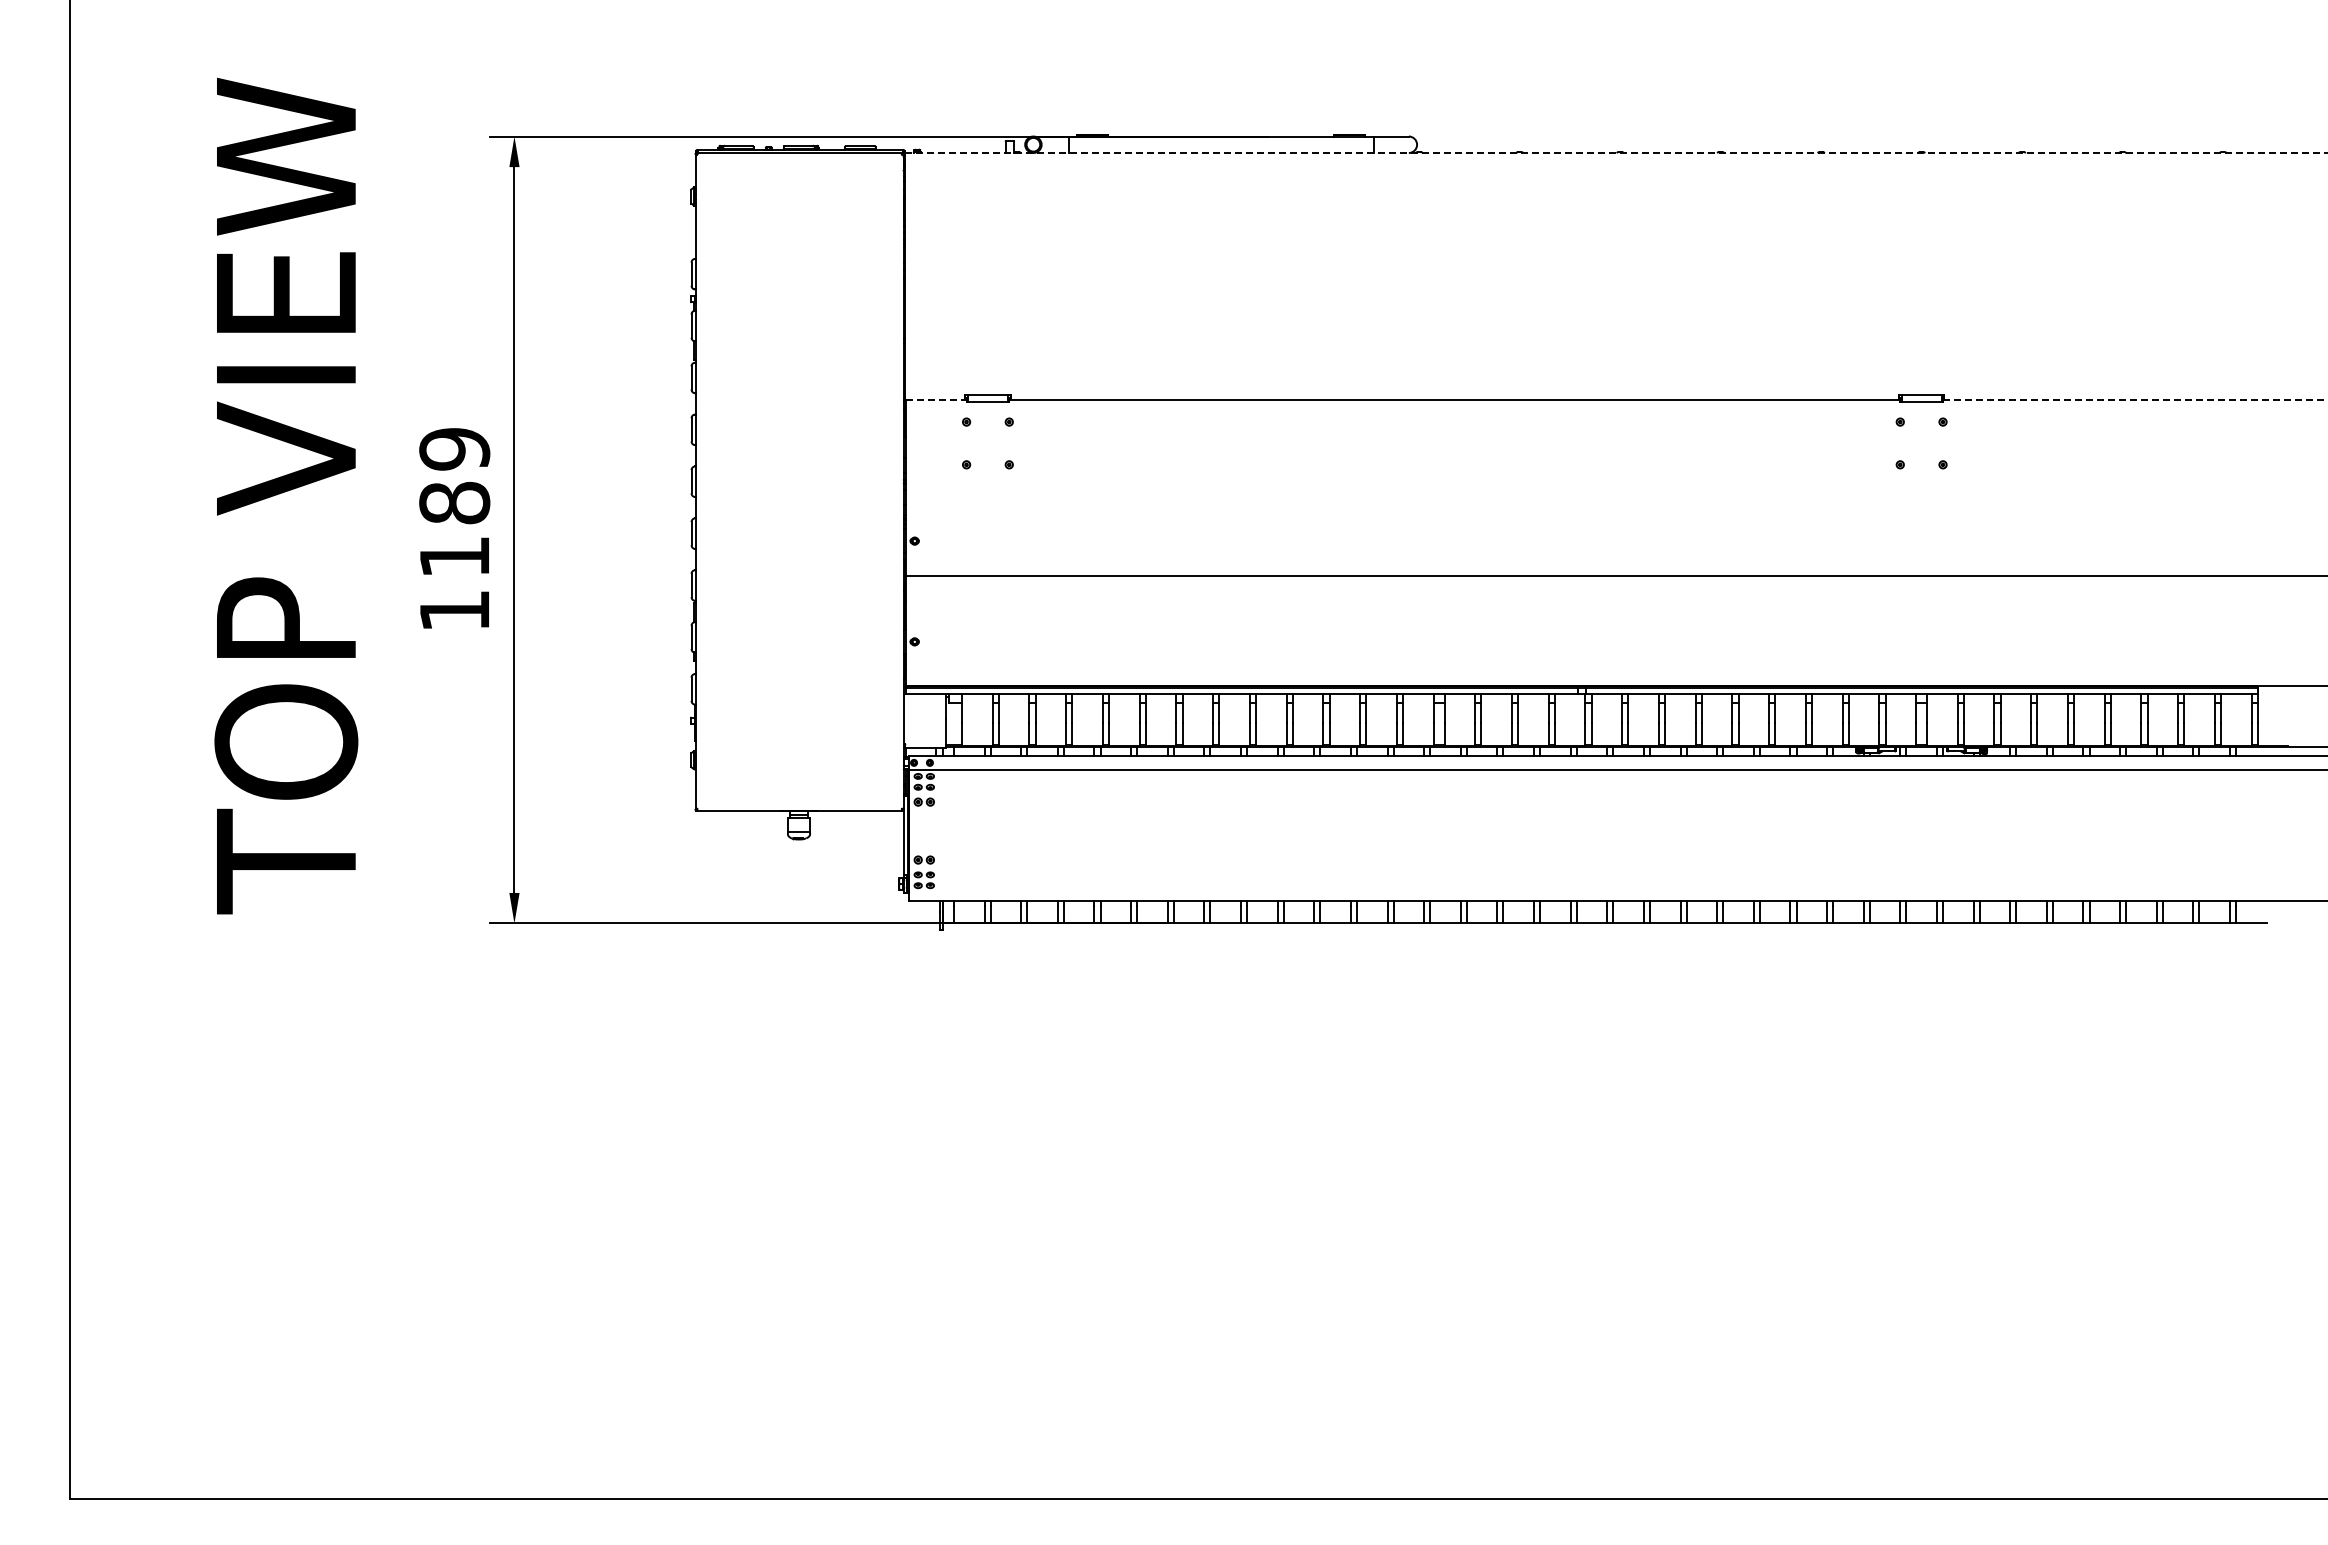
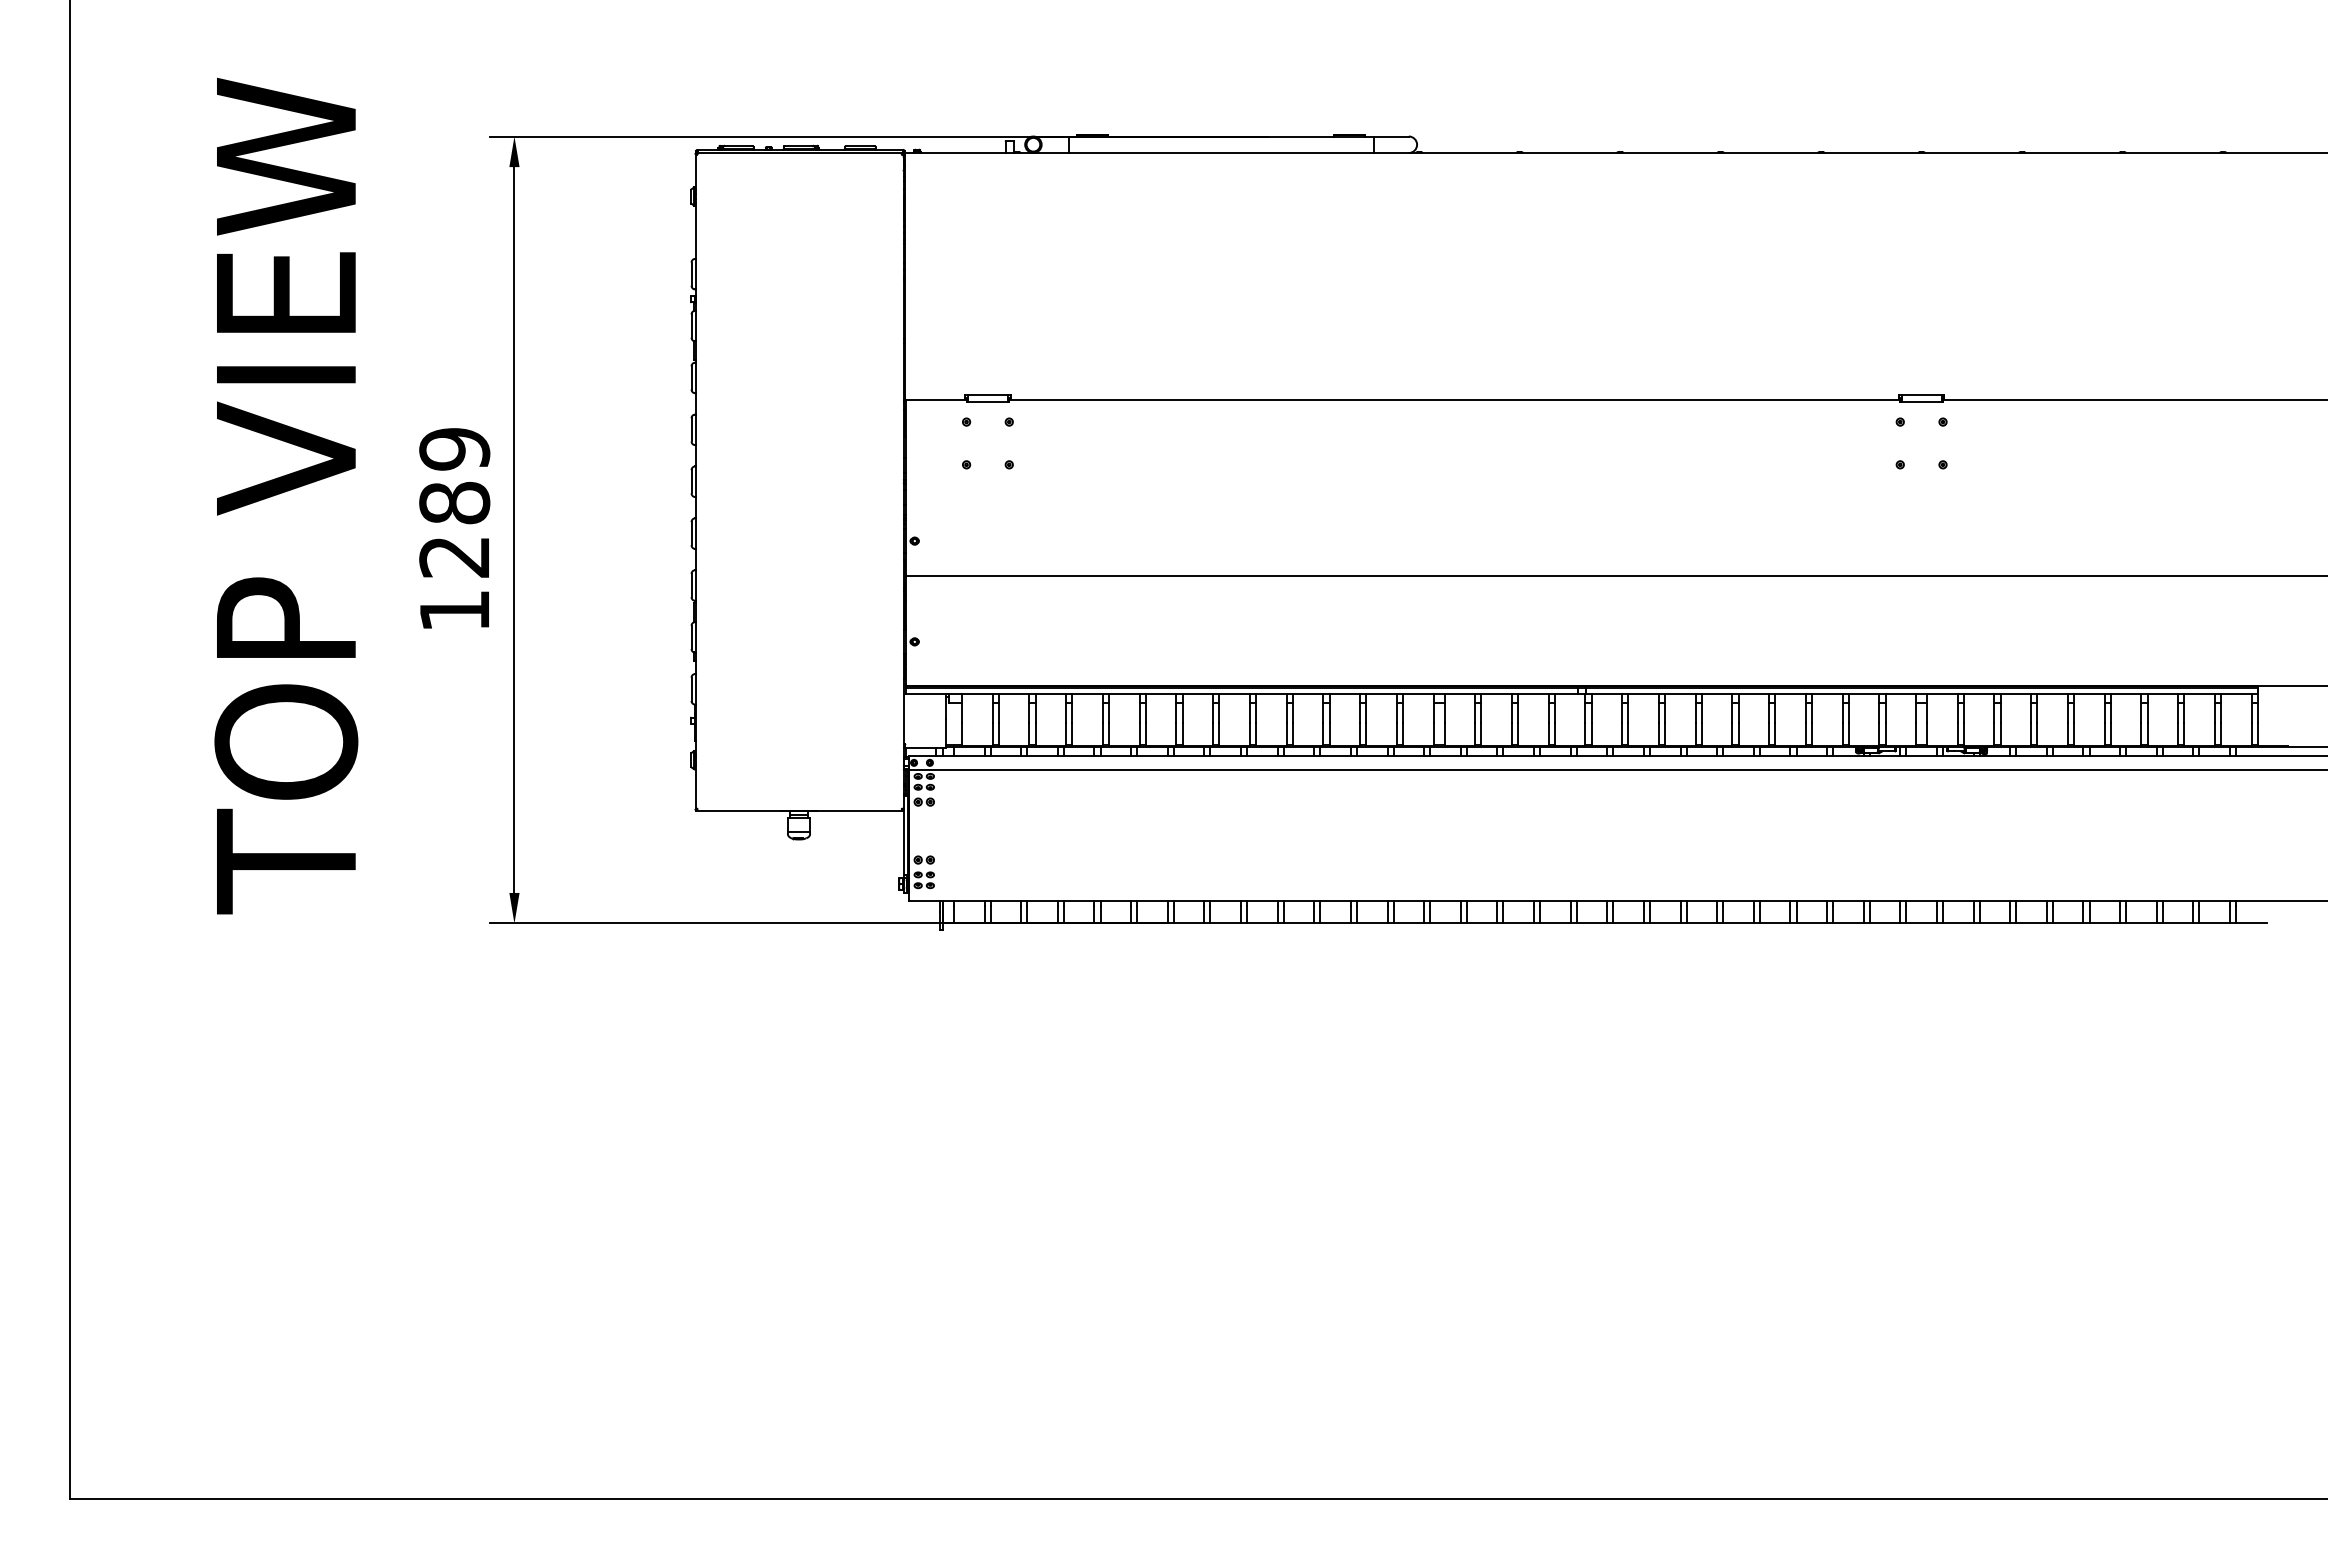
line at (1616, 153): dashed -> solid
line at (936, 399): dashed -> solid
line at (2135, 399): dashed -> solid
text at (453, 557): 1189 -> 1289
